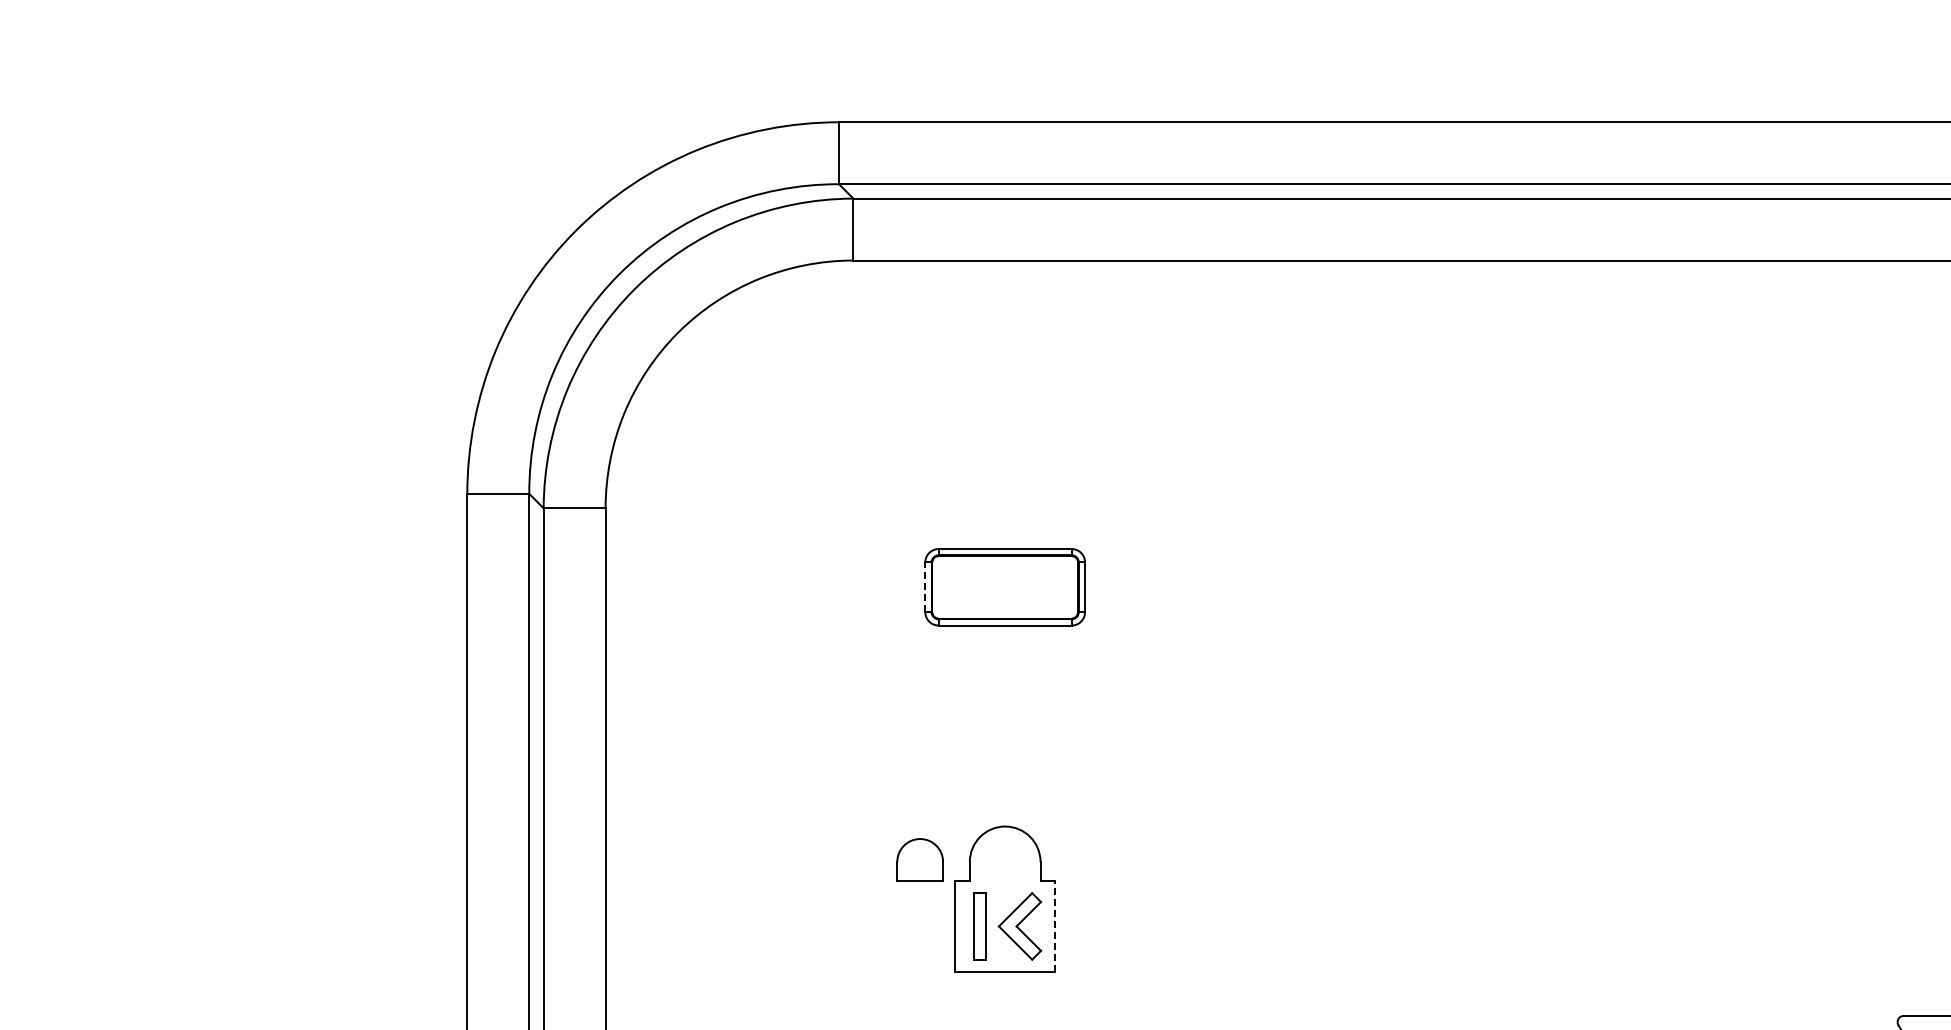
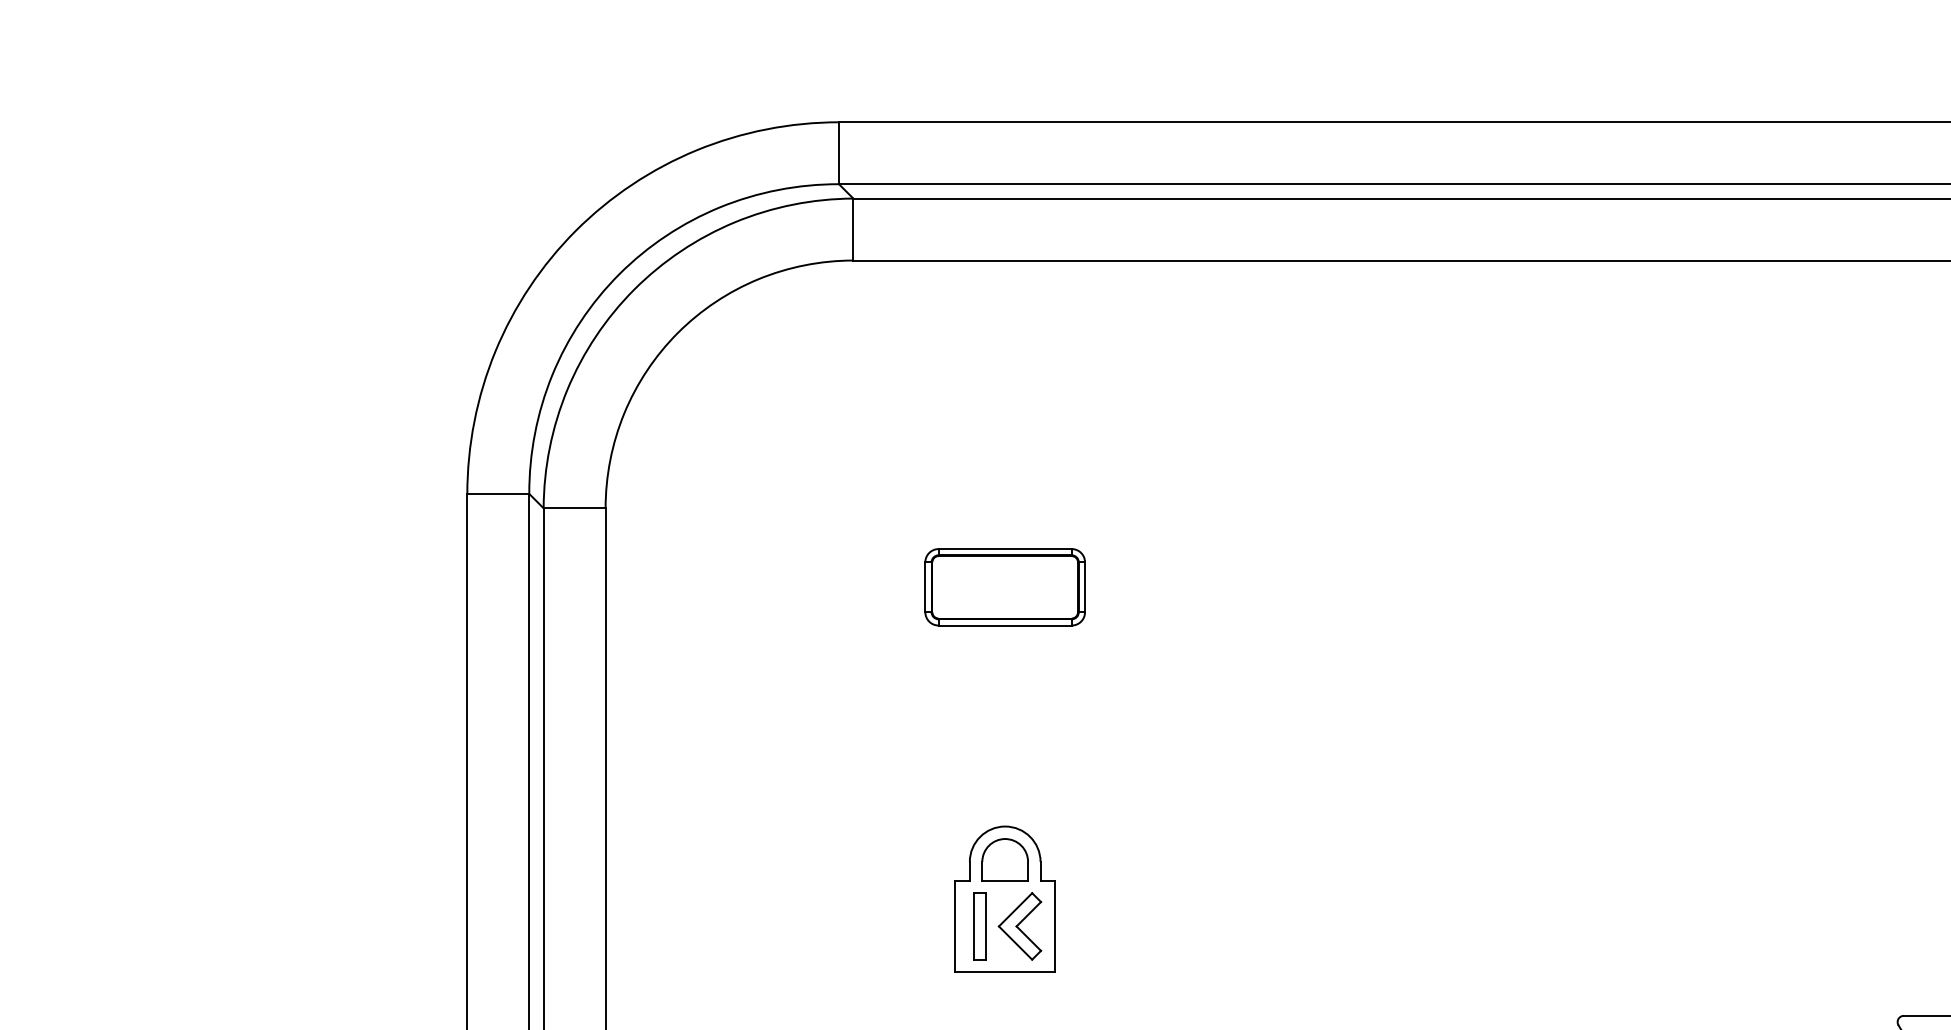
line at (925, 587): dashed -> solid
part at (919, 859) position: (919, 859) -> (1004, 859)
line at (1055, 926): dashed -> solid
